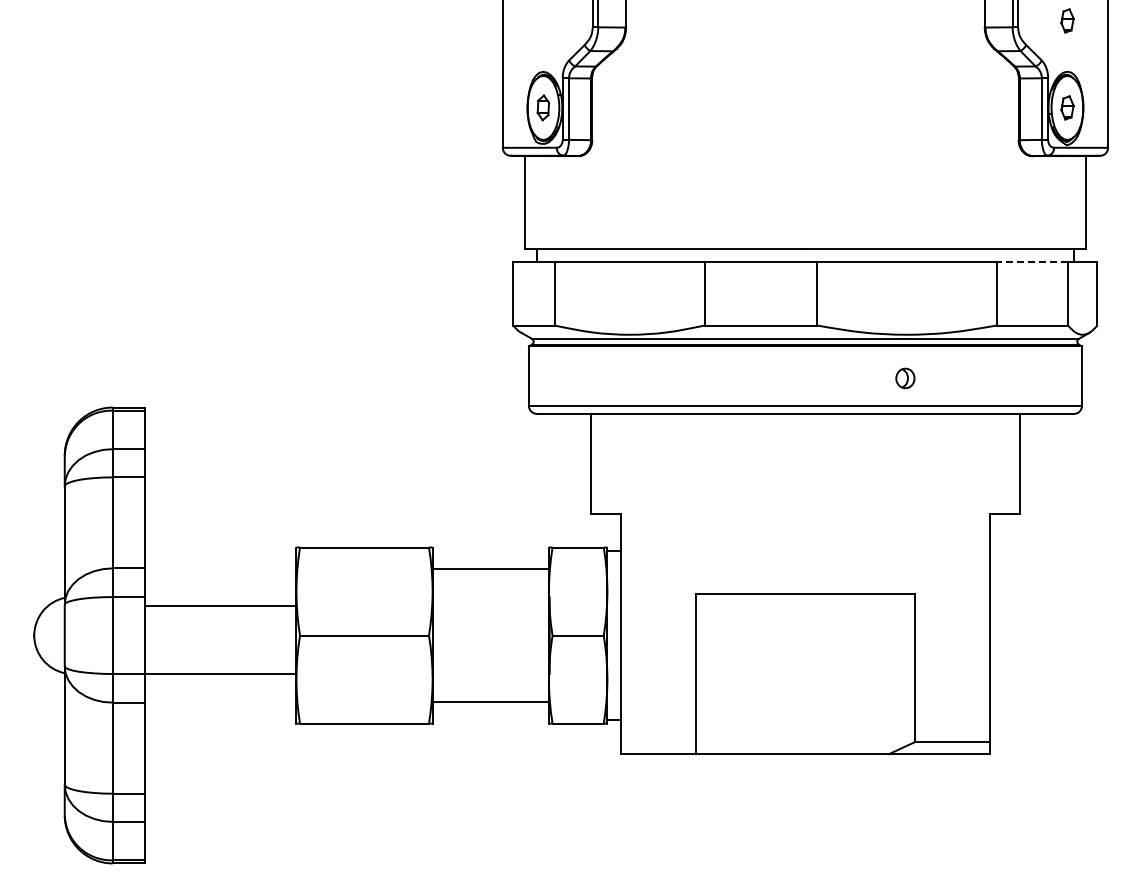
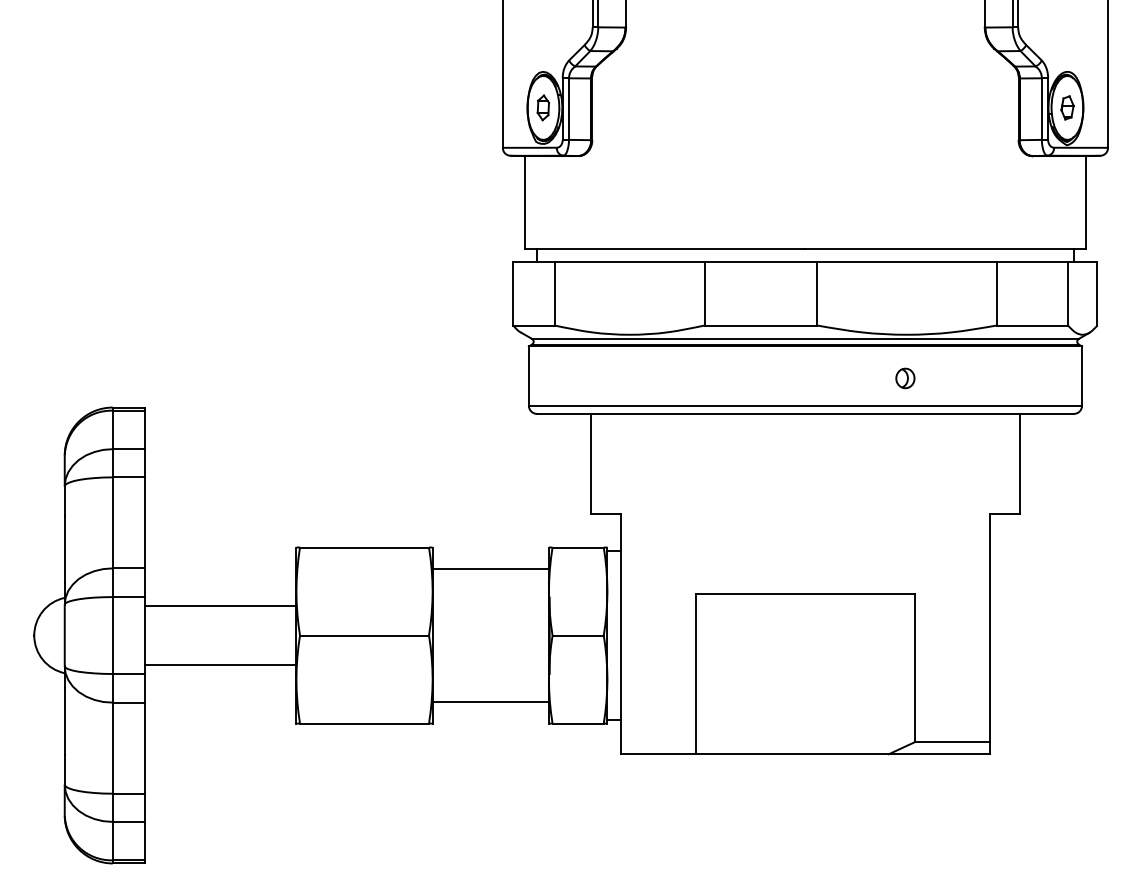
part at (1067, 20): present -> none
line at (1032, 261): dashed -> solid
line at (220, 674) position: (220, 674) -> (220, 665)
